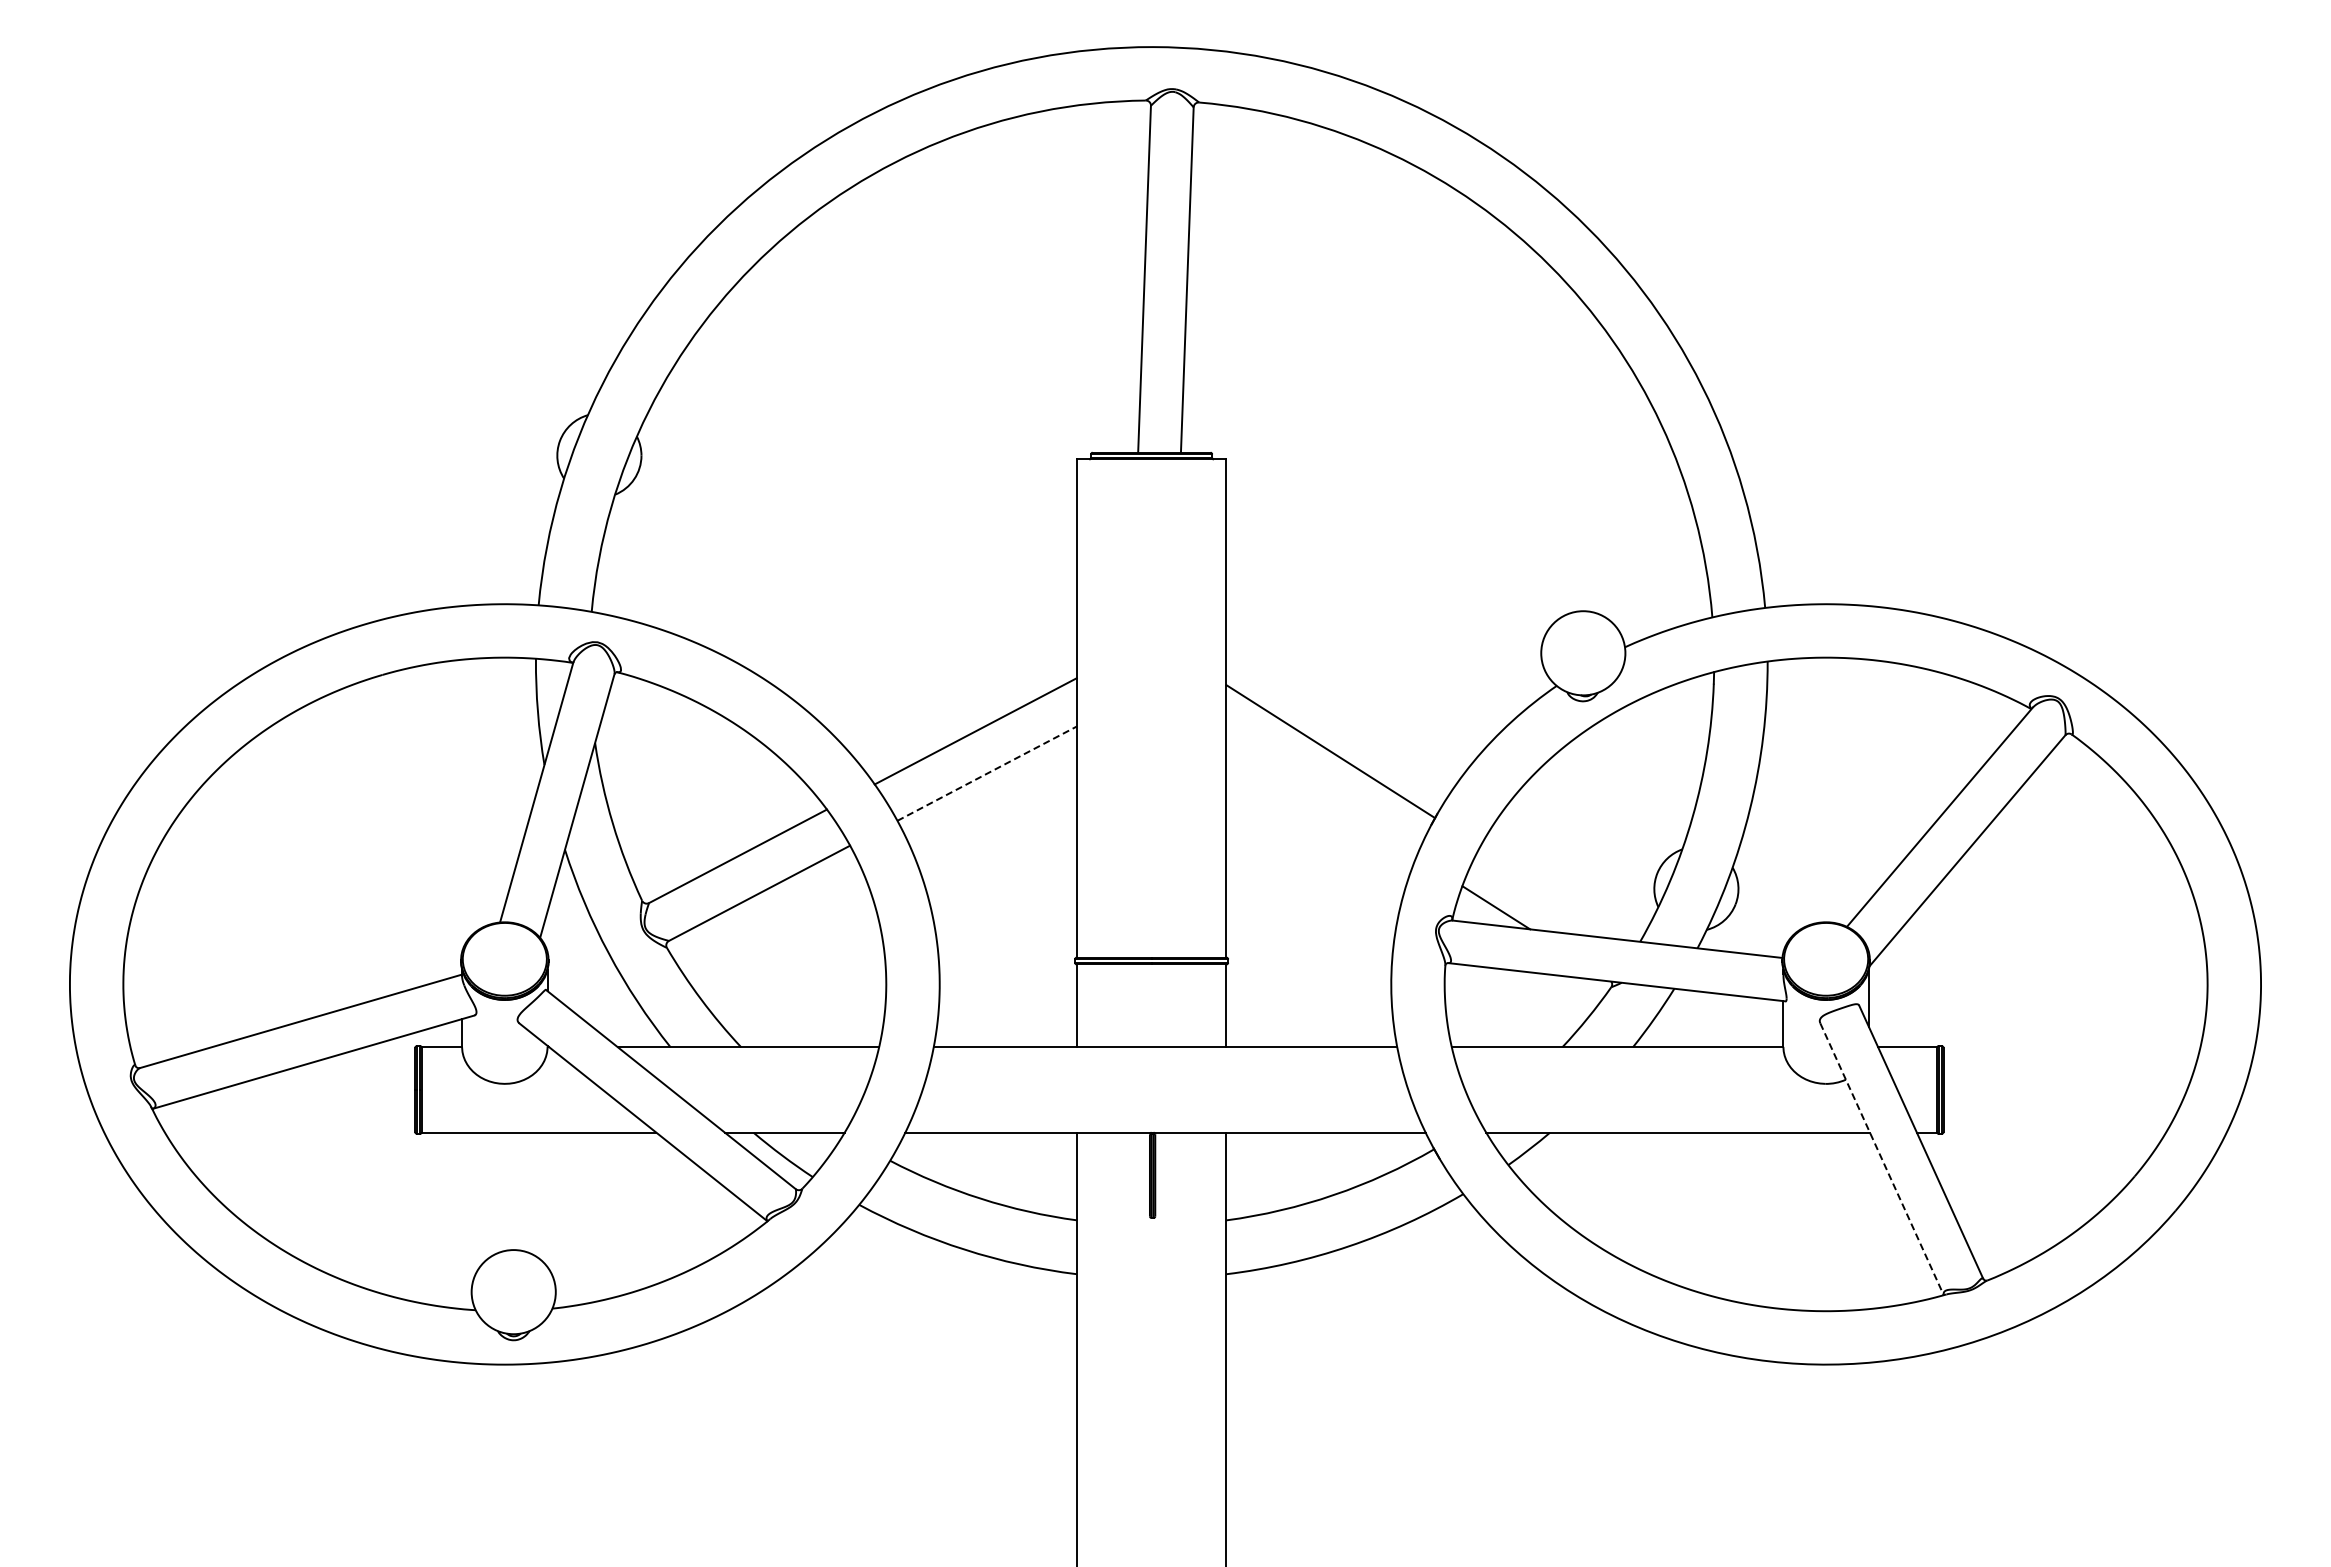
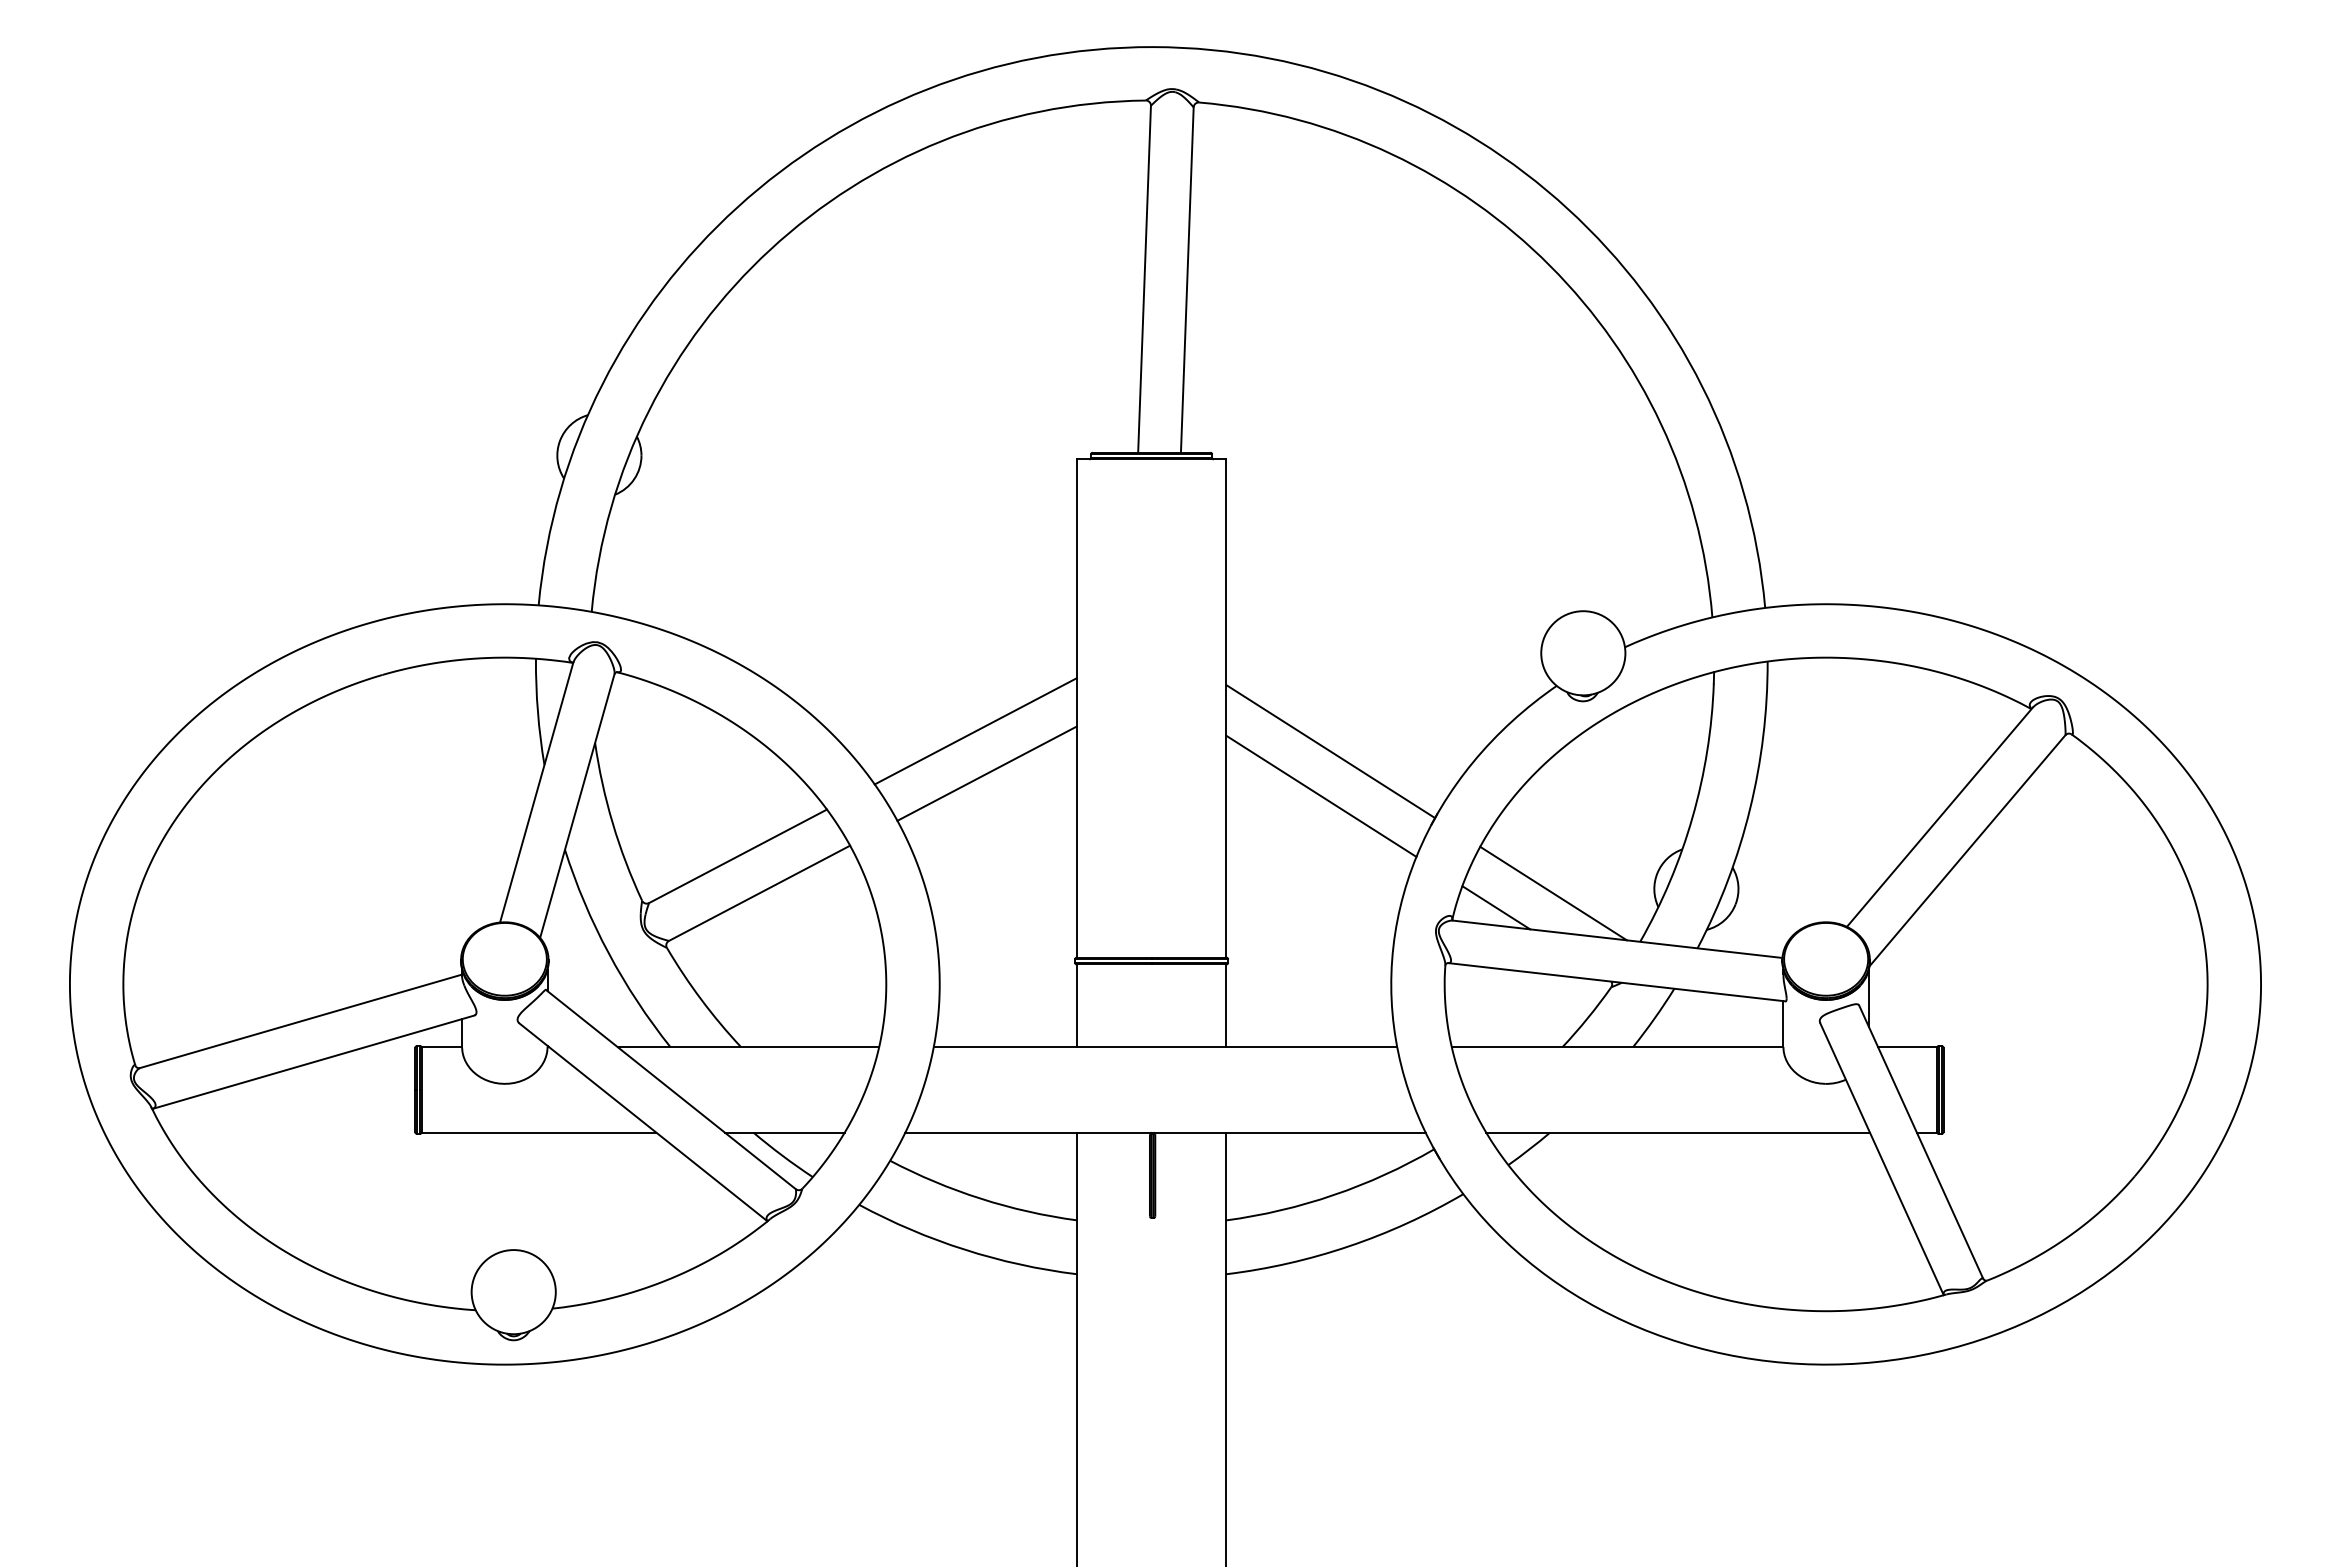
line at (987, 773): dashed -> solid
line at (1321, 795): none -> present
line at (1553, 893): none -> present
line at (1882, 1159): dashed -> solid
